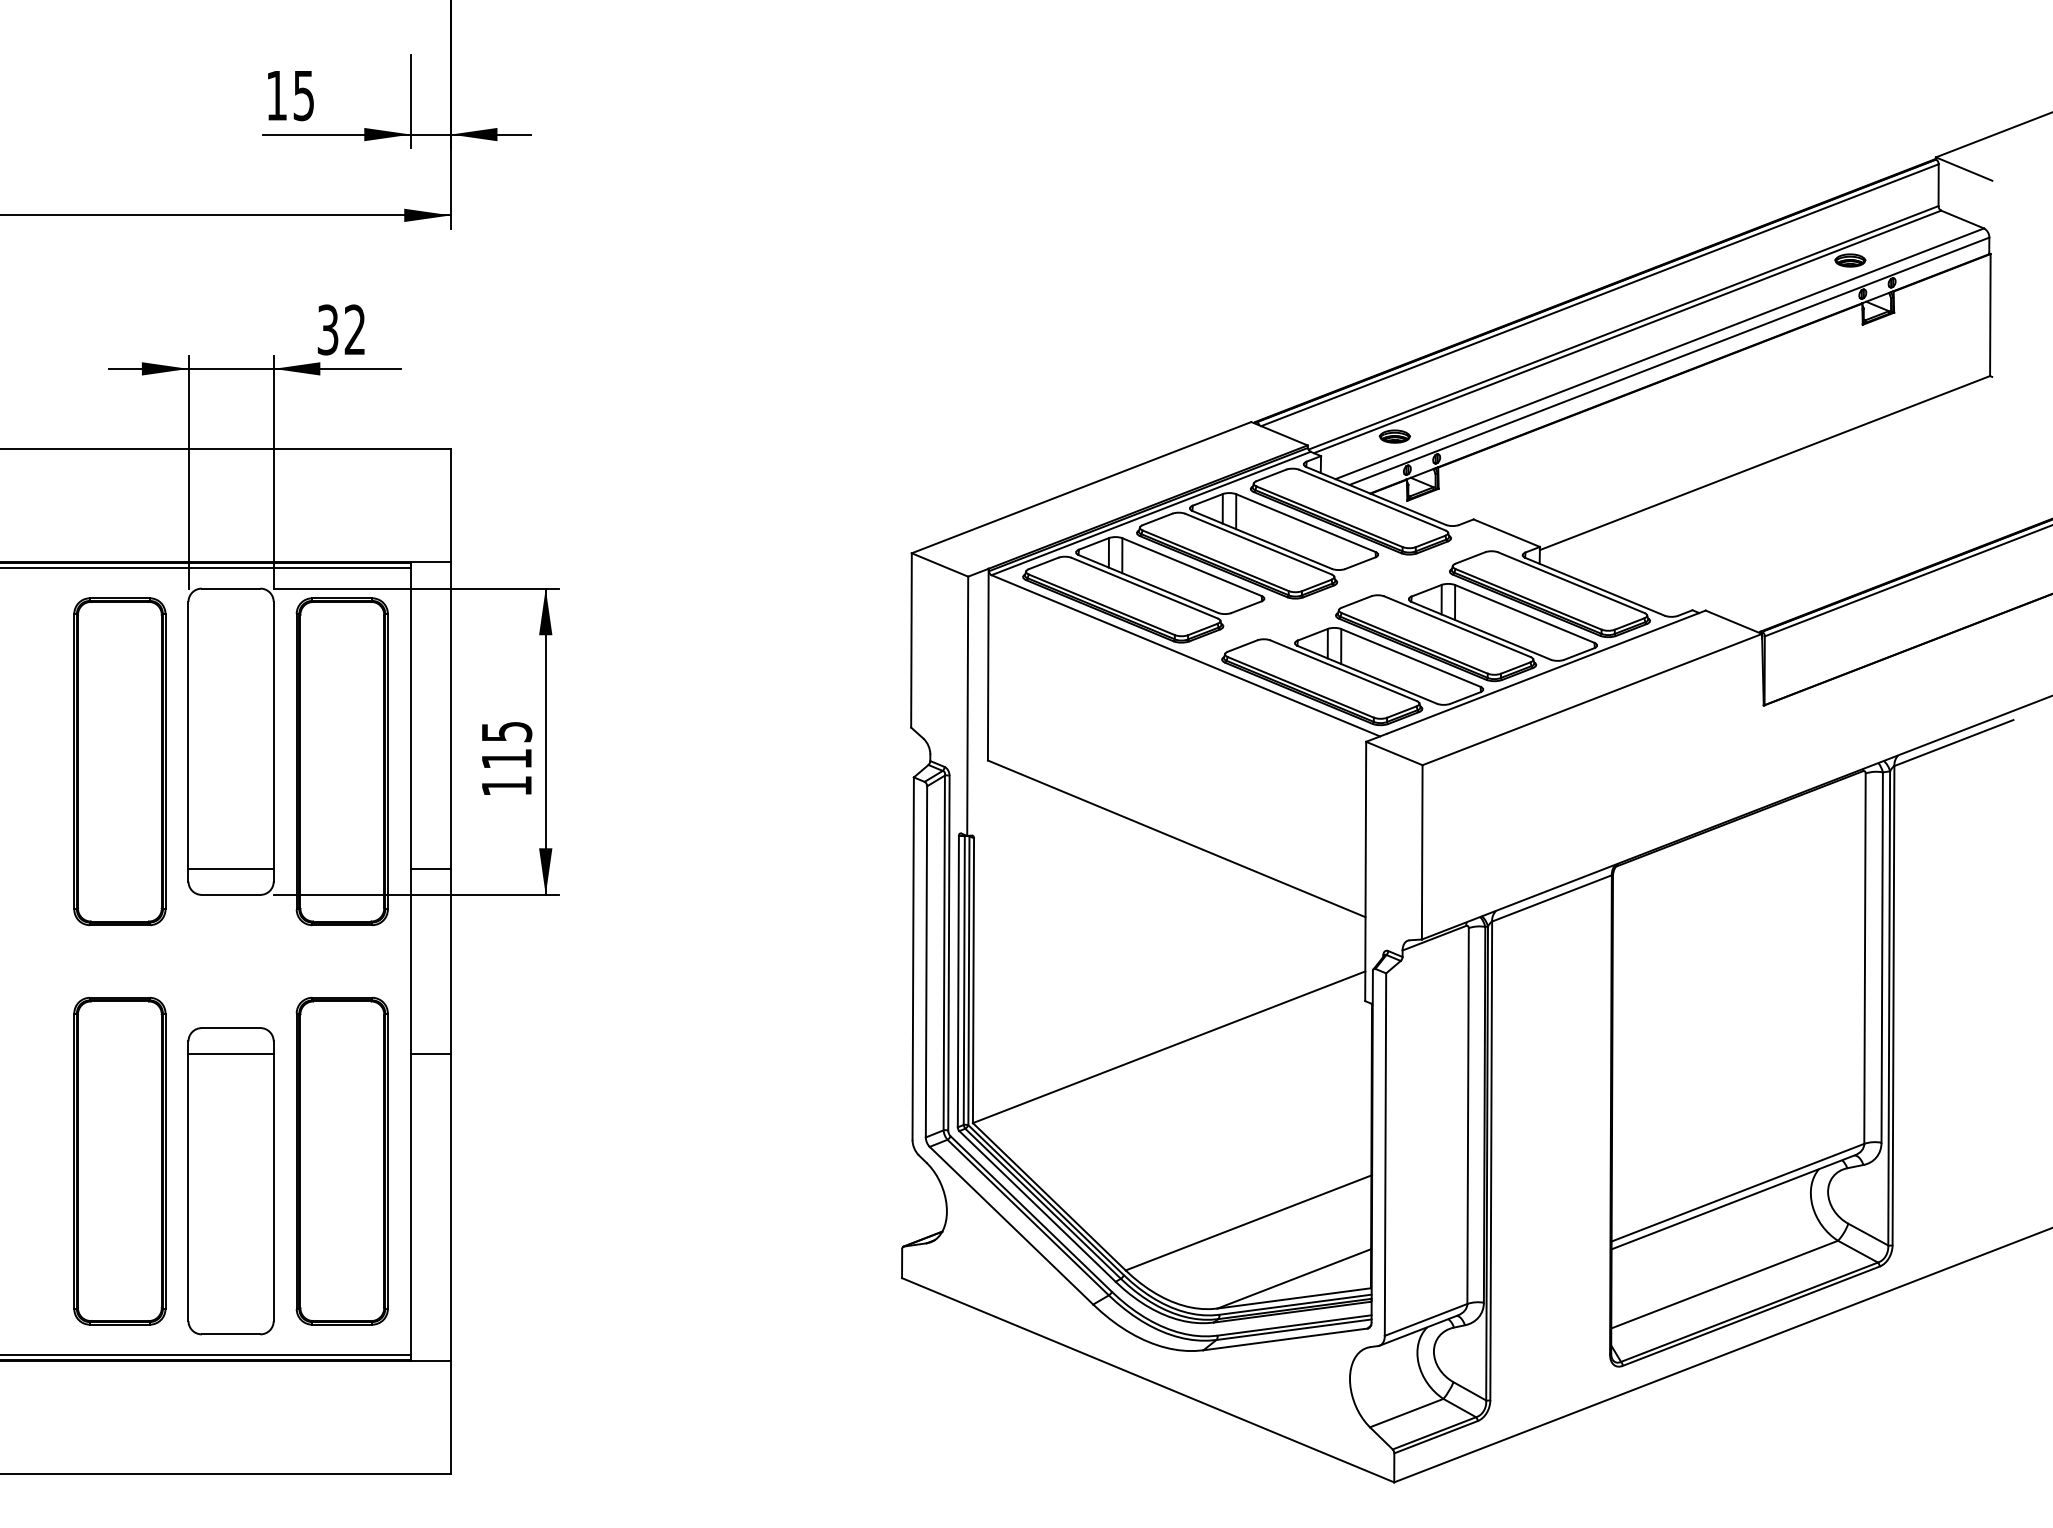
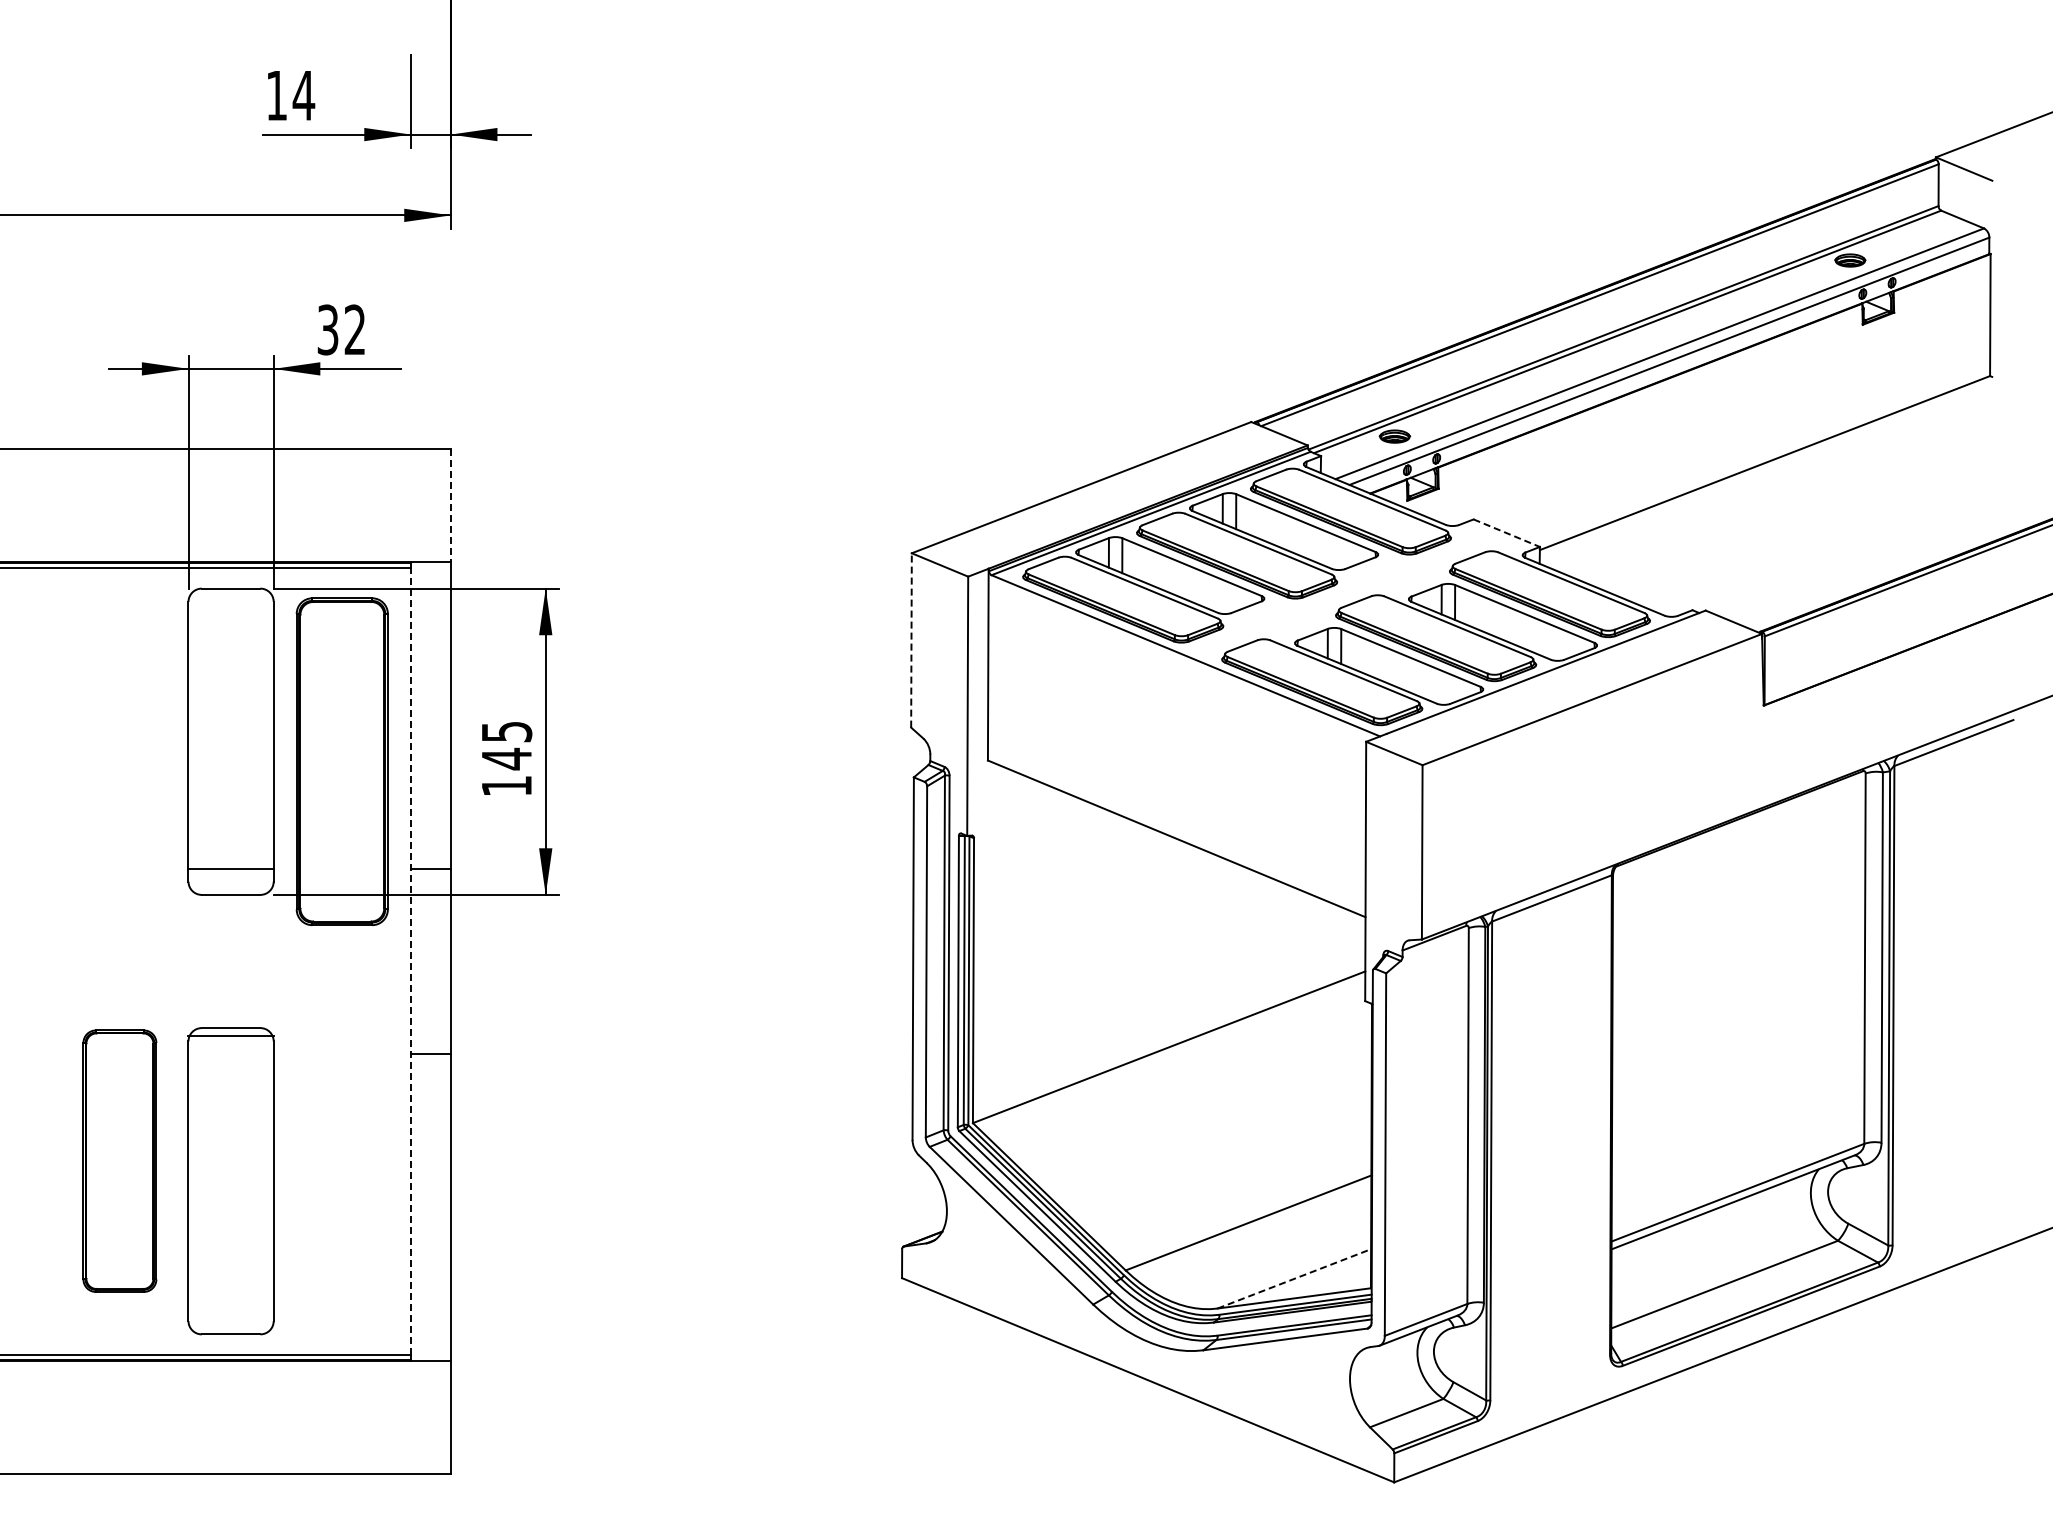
text at (303, 96): 15 -> 14
line at (450, 505): solid -> dashed
line at (1506, 533): solid -> dashed
line at (911, 639): solid -> dashed
text at (506, 758): 115 -> 145
part at (119, 761): present -> none
line at (410, 961): solid -> dashed
line at (230, 1053) position: (230, 1053) -> (230, 1035)
part at (119, 1160) size: 94x330 px -> 76x264 px
part at (341, 1160): present -> none
line at (1294, 1278): solid -> dashed
